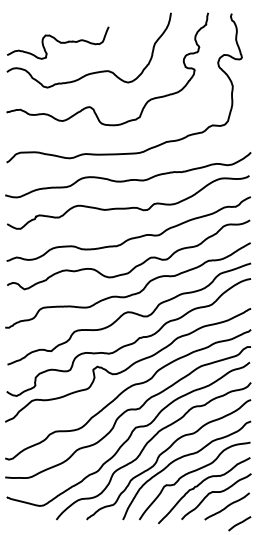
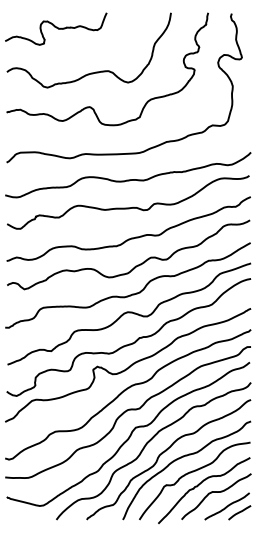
curve at (58, 42) position: (58, 42) -> (56, 28)
line at (239, 523) position: (239, 523) -> (239, 512)
